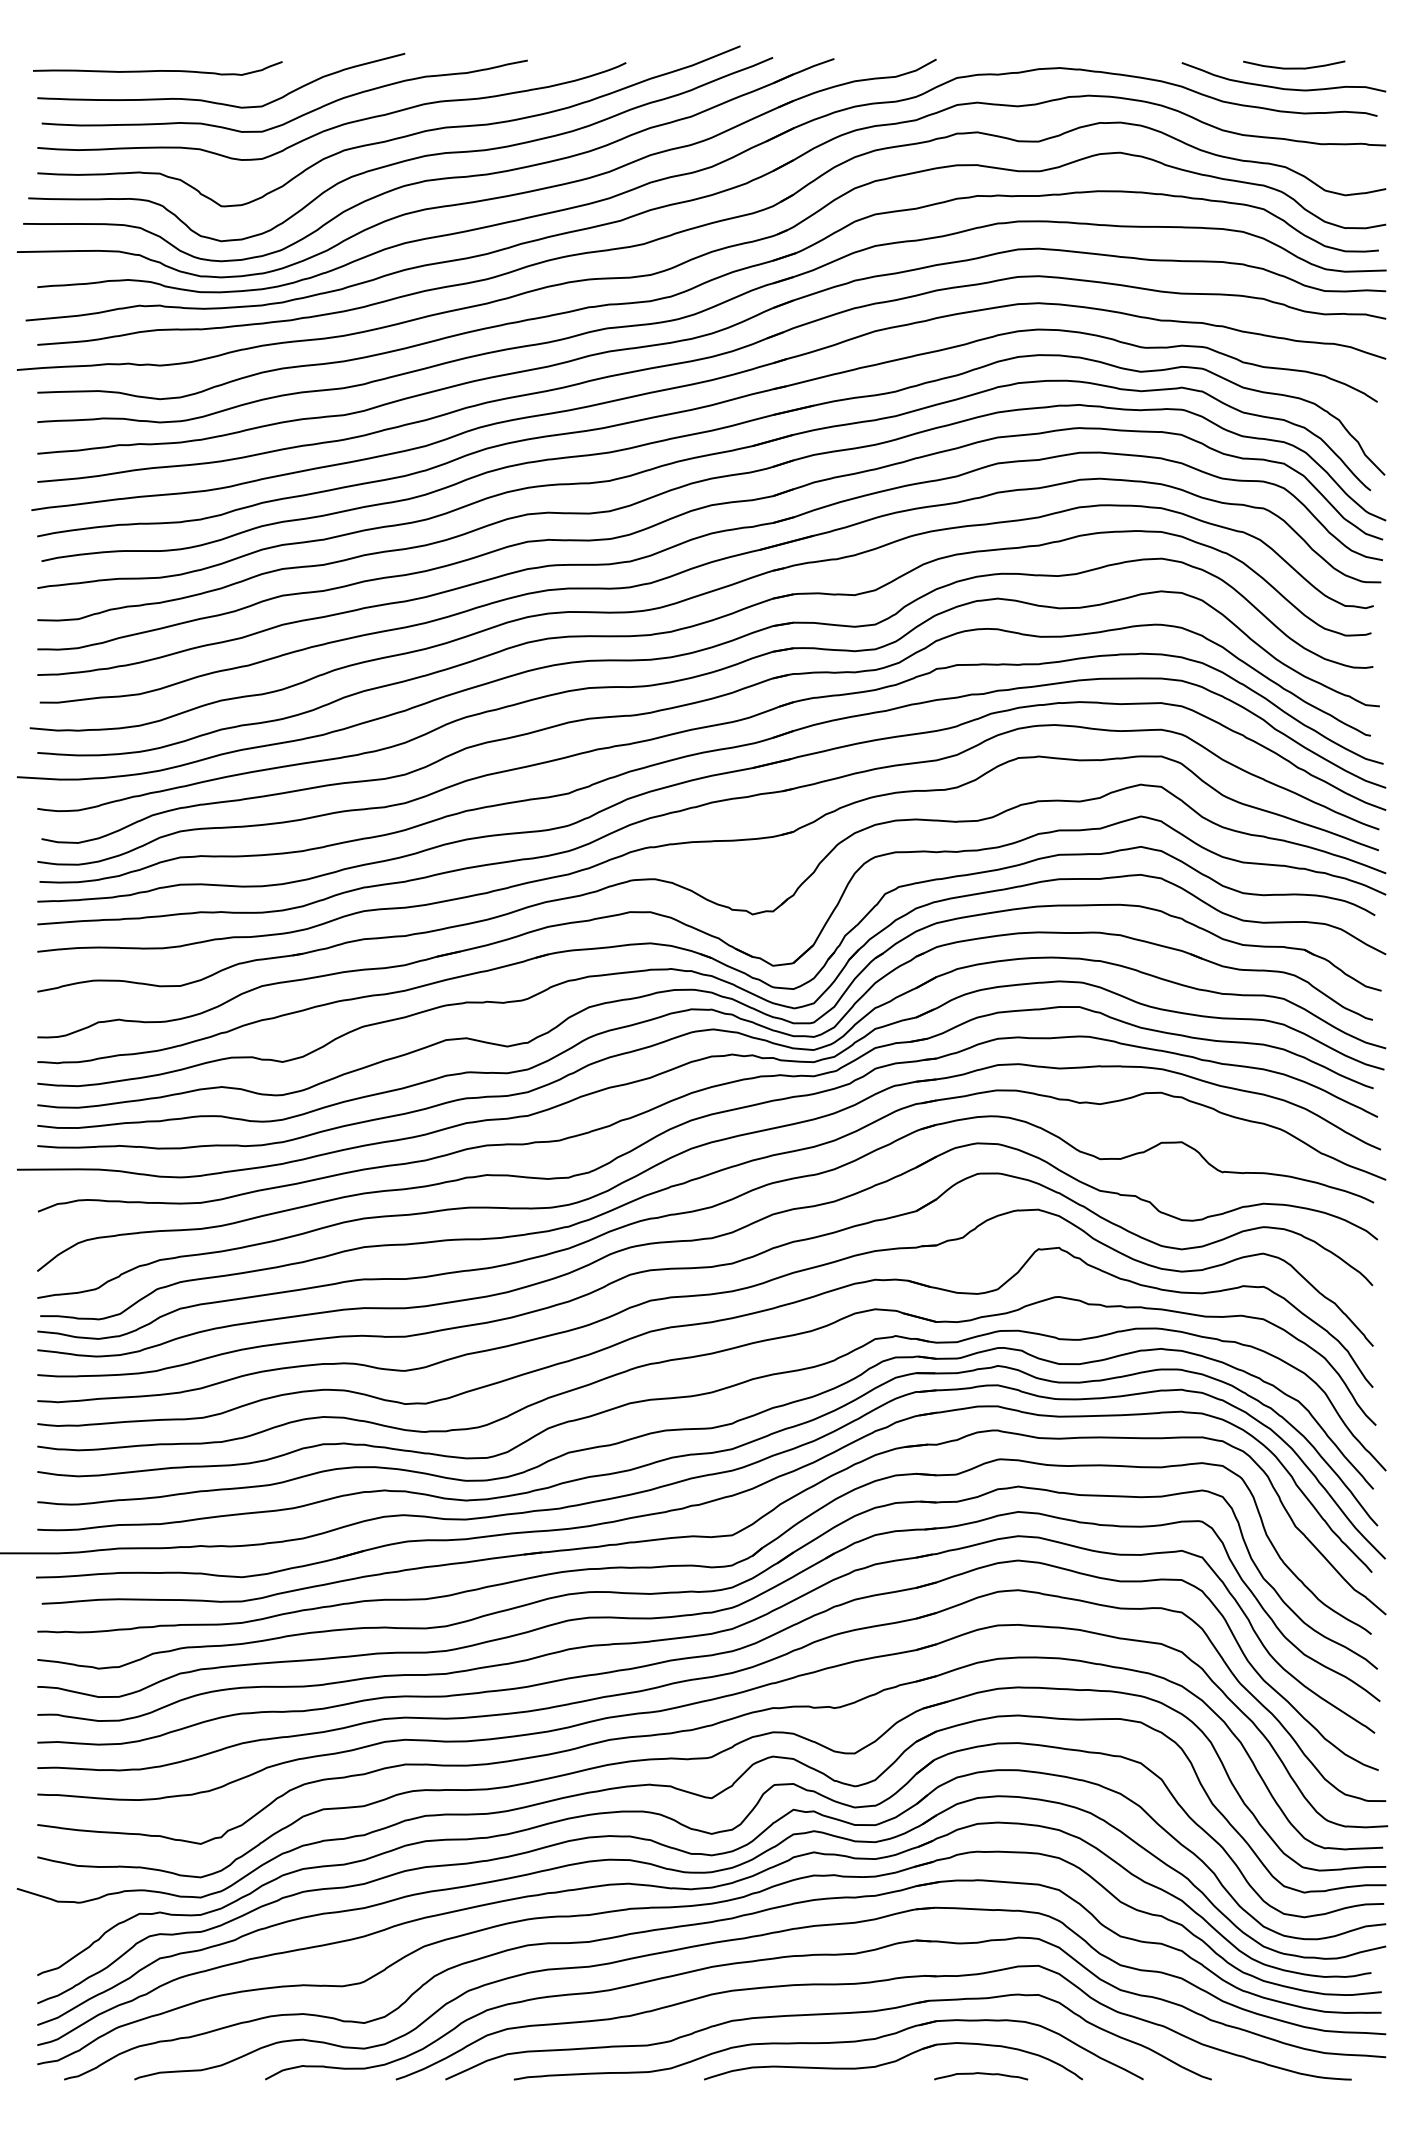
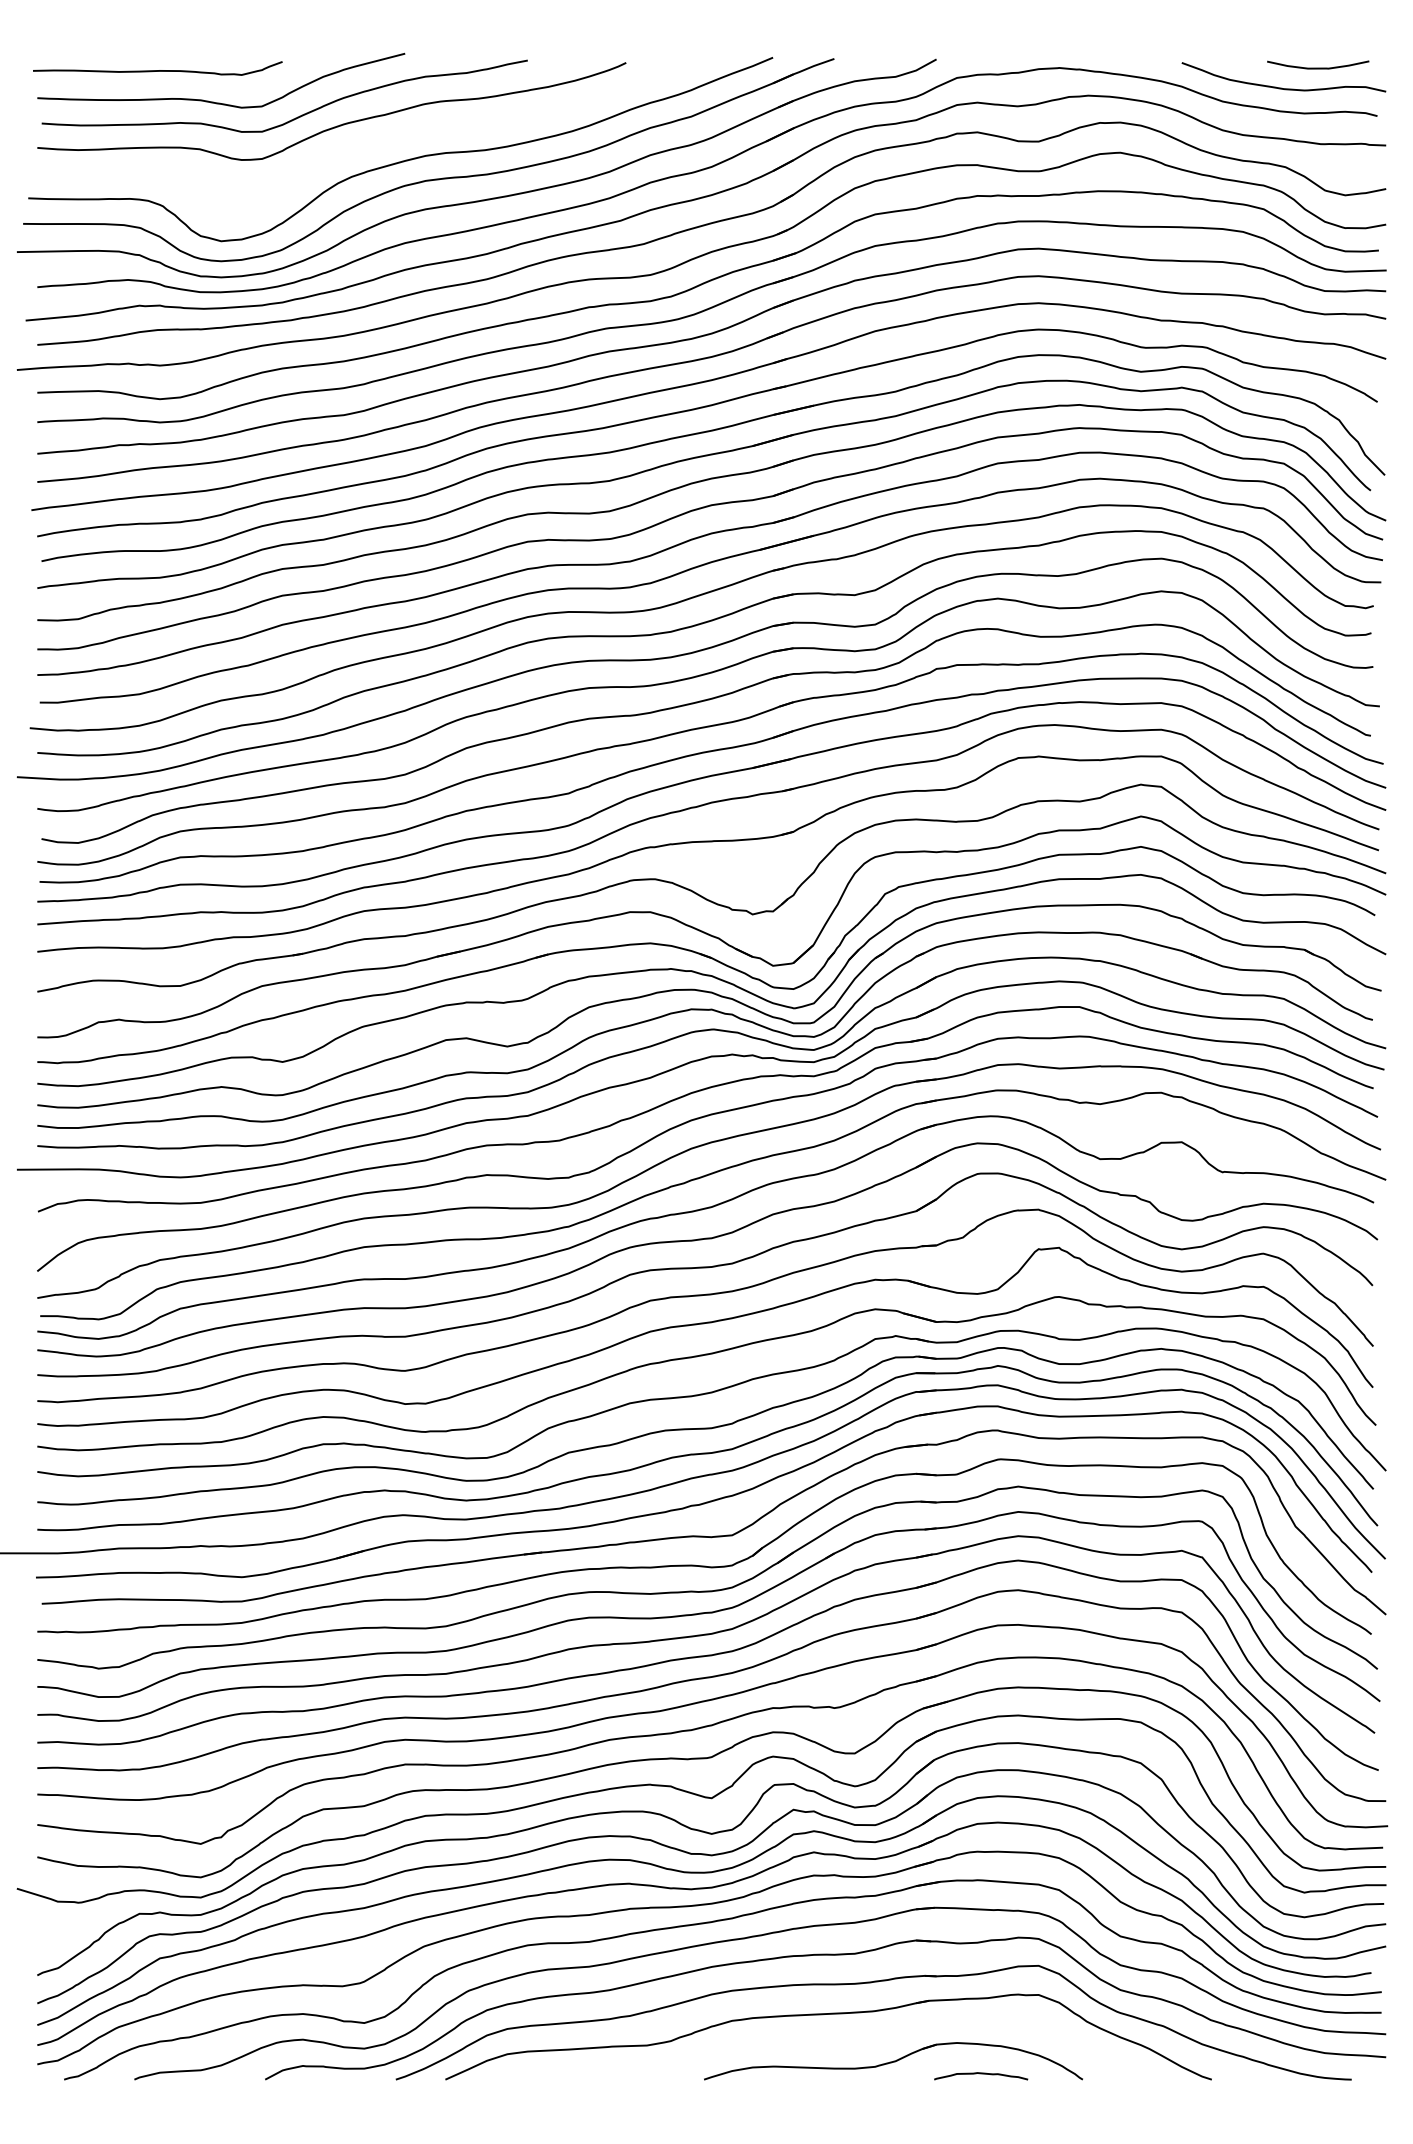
curve at (1294, 67) position: (1294, 67) -> (1318, 67)
curve at (392, 138): present -> none
part at (828, 2049): present -> none
